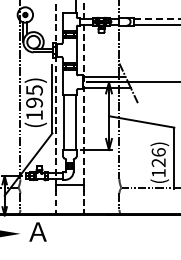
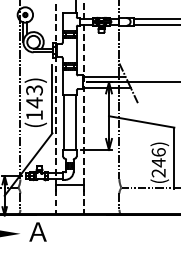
line at (158, 18): dashed -> solid
text at (34, 96): (195) -> (143)
text at (158, 167): (126) -> (246)
